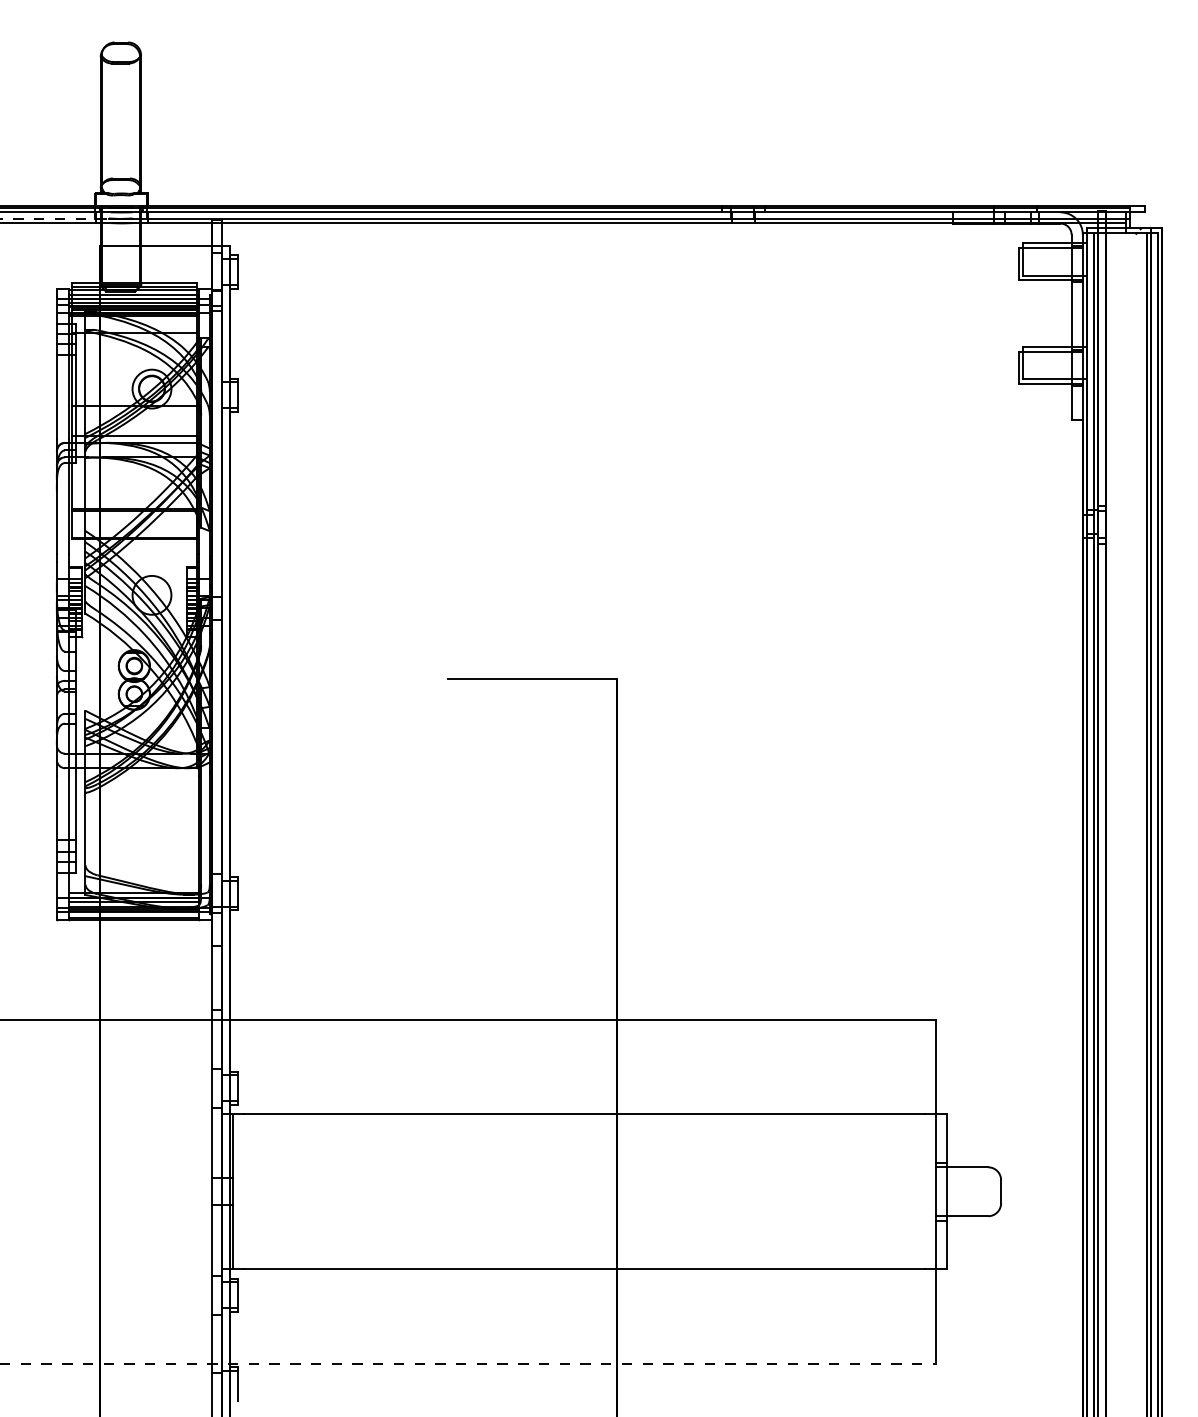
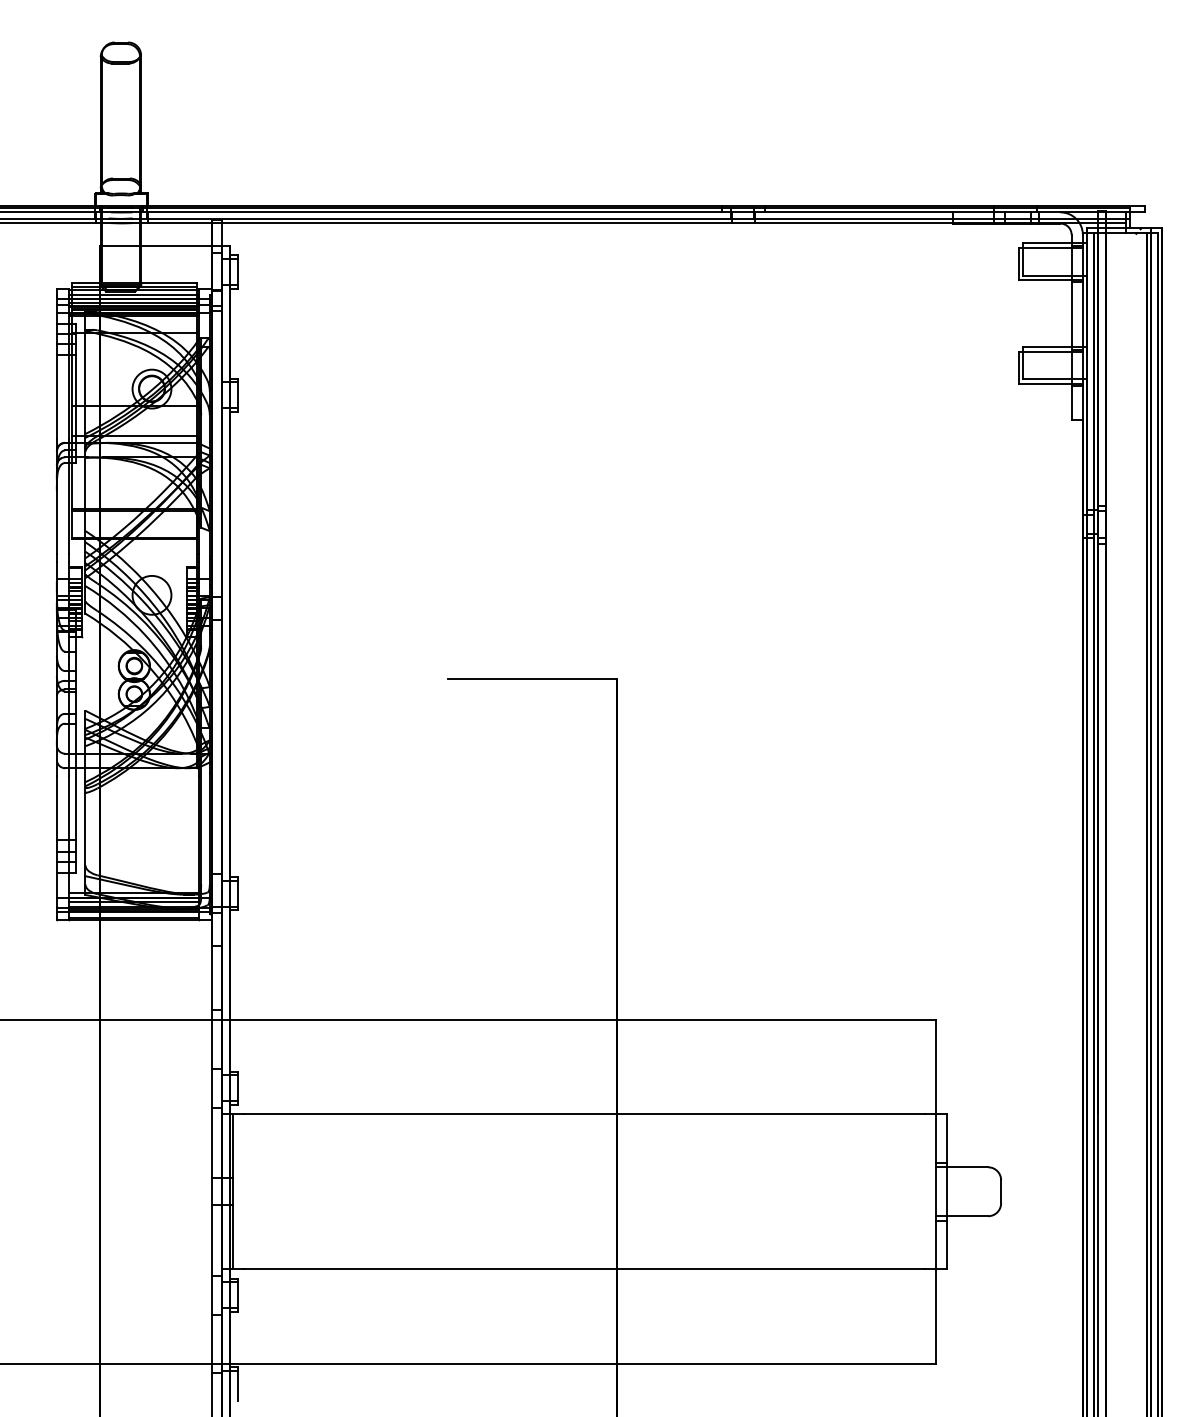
line at (54, 218): dashed -> solid
line at (468, 1363): dashed -> solid
